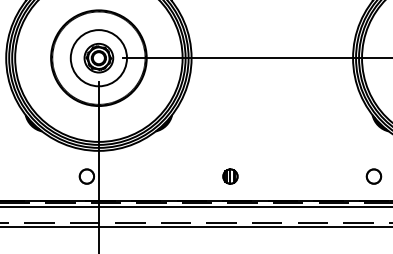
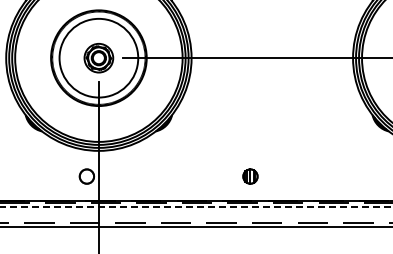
circle at (98, 58) diameter: 56 px -> 79 px
part at (230, 176) position: (230, 176) -> (250, 176)
part at (373, 176): present -> none
line at (196, 207): solid -> dashed
